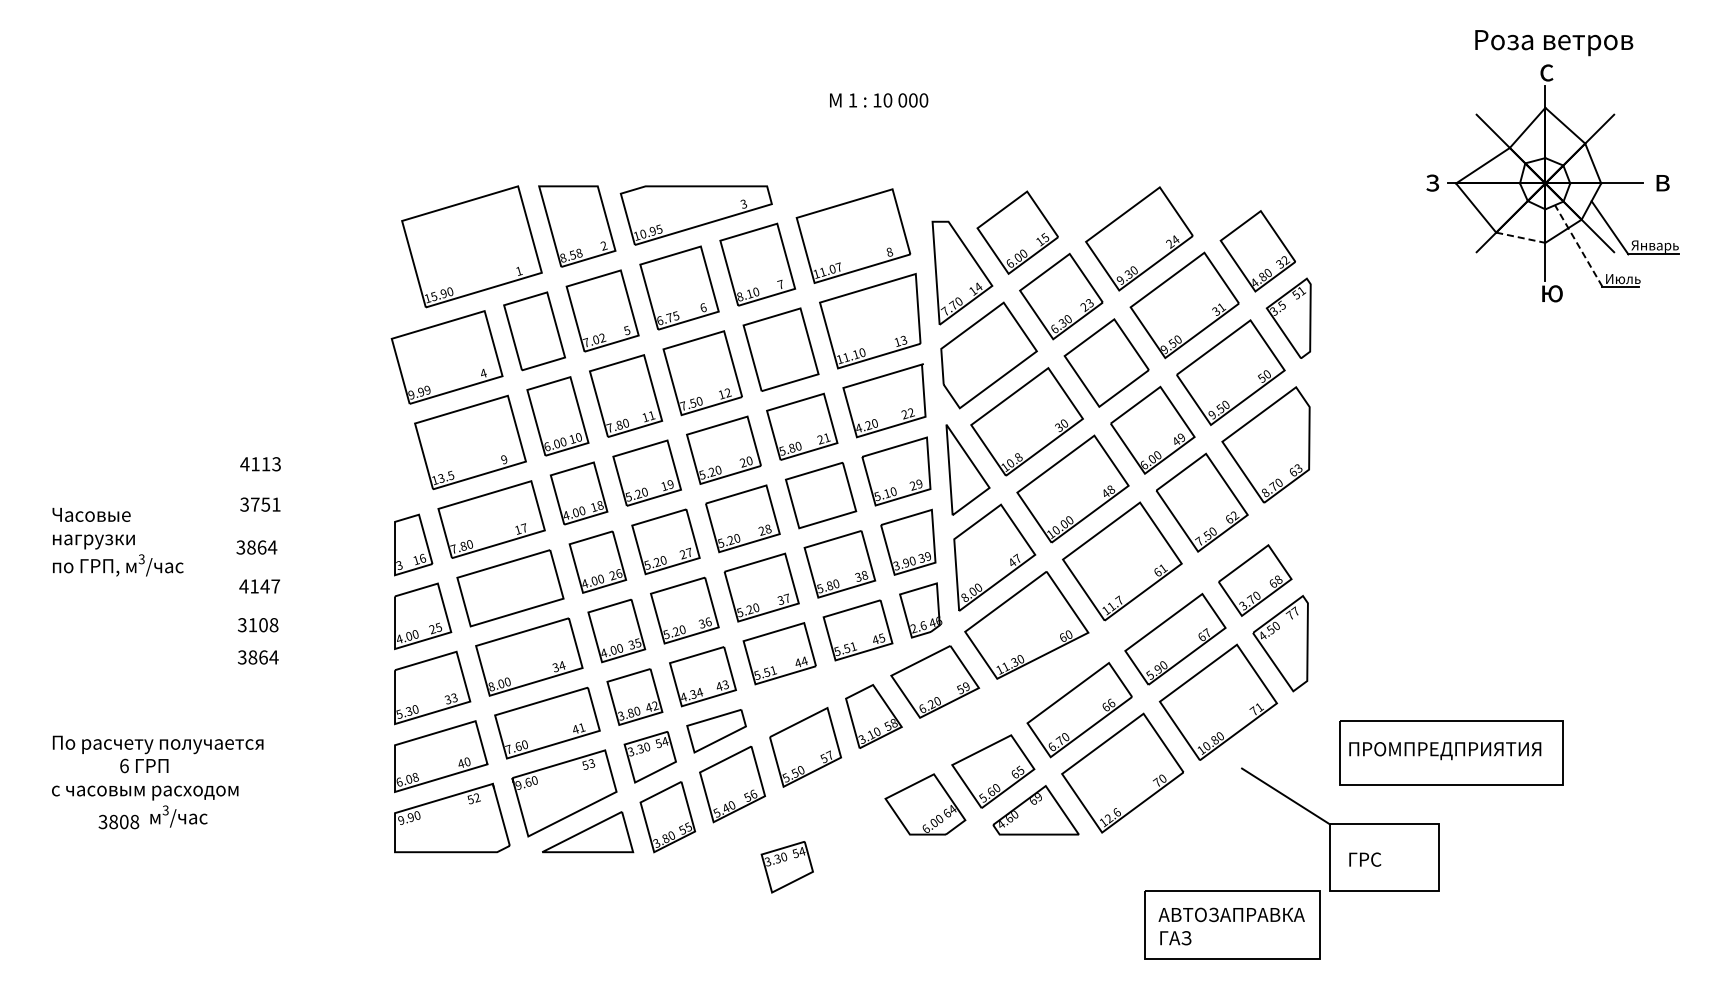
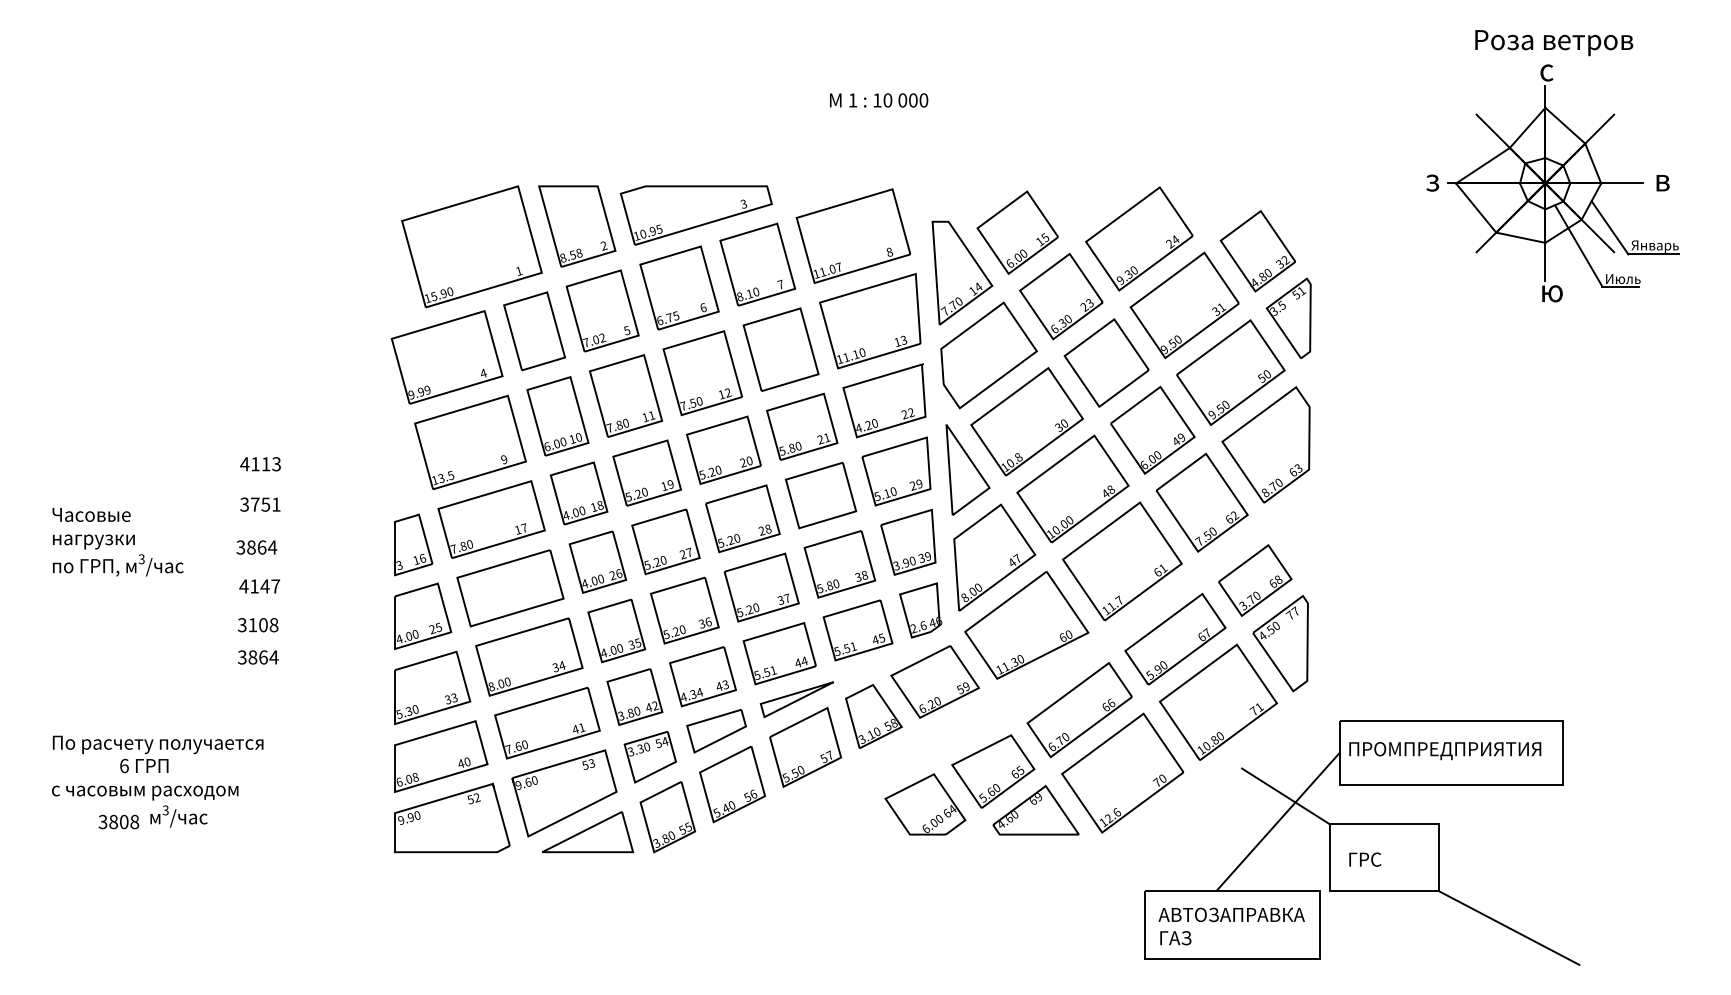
line at (1521, 237): dashed -> solid
line at (1578, 245): dashed -> solid
part at (796, 699): none -> present
line at (1277, 821): none -> present
part at (786, 867): present -> none
line at (1509, 927): none -> present
